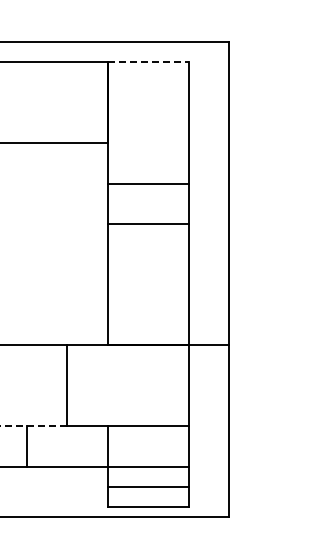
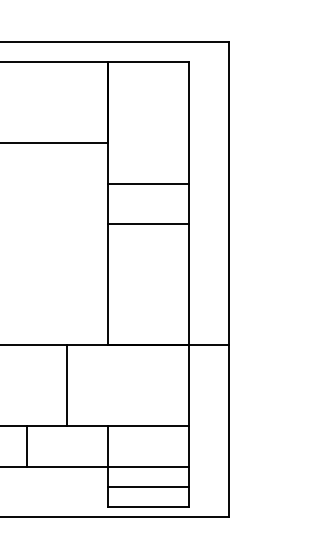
line at (148, 62): dashed -> solid
line at (33, 426): dashed -> solid
